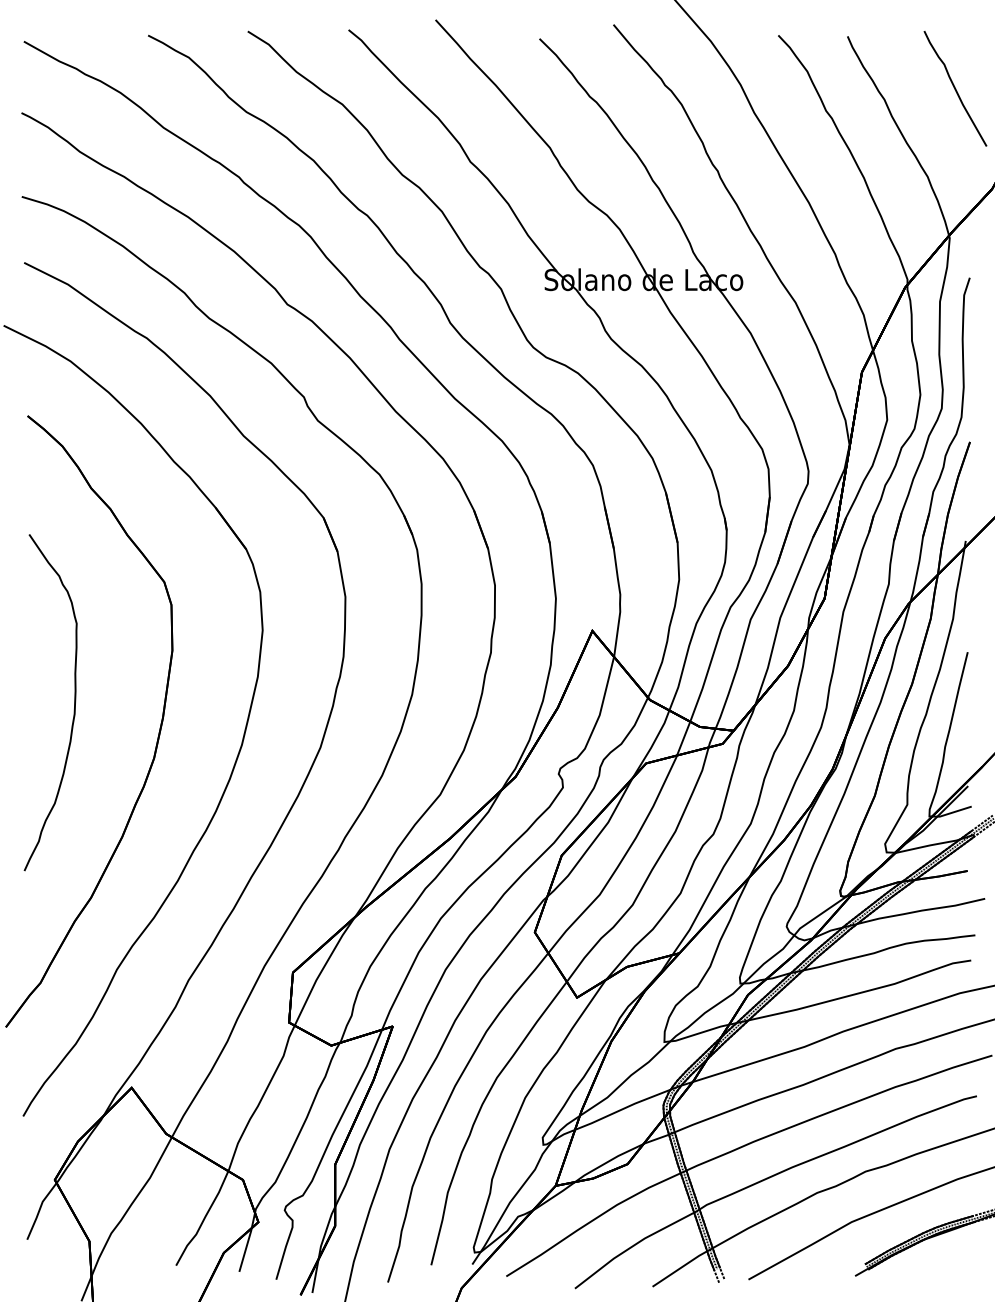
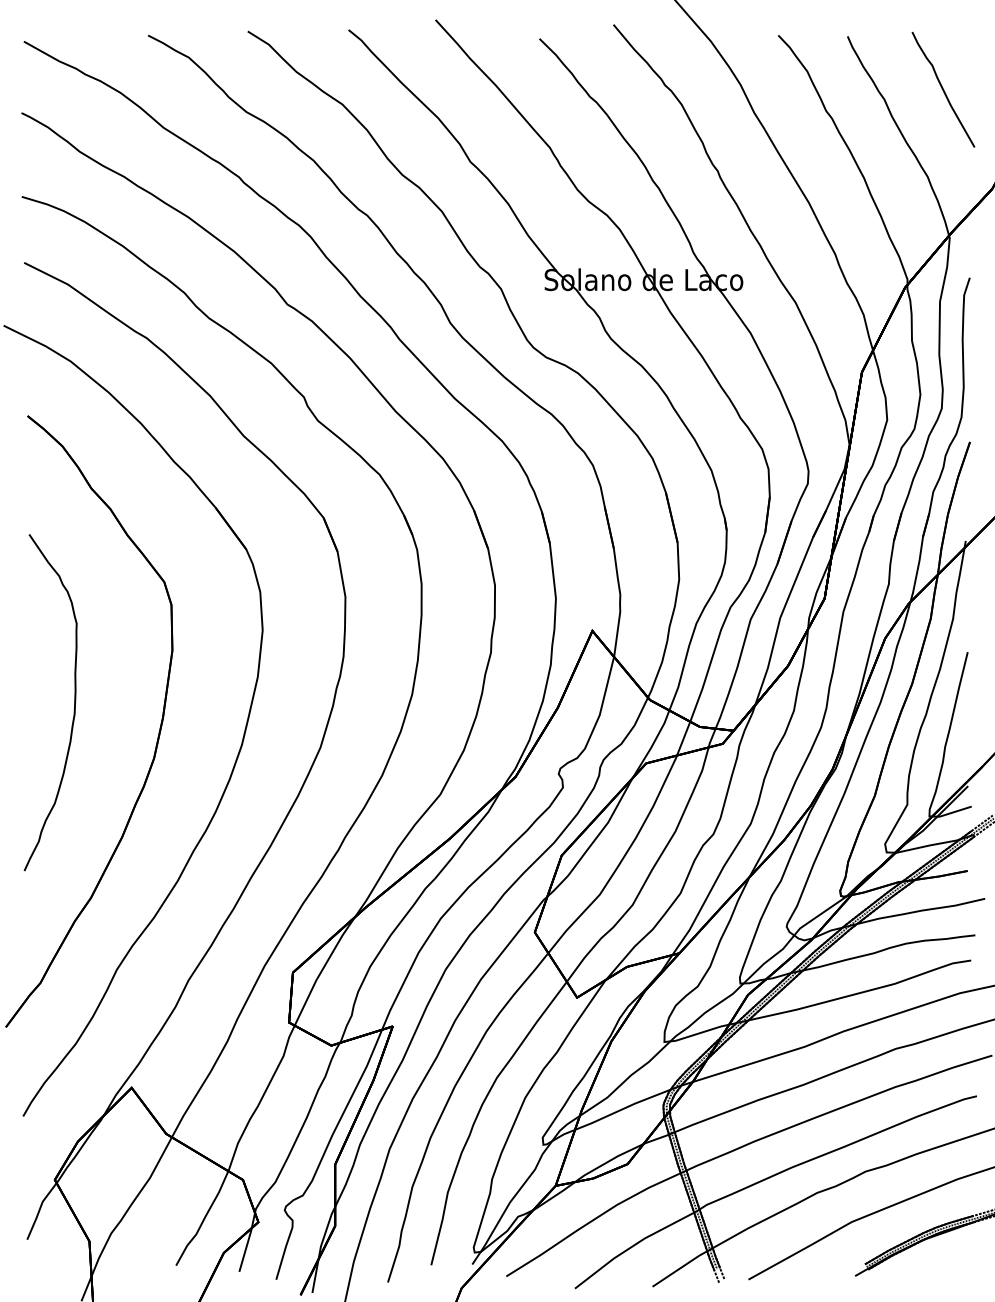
curve at (955, 88) position: (955, 88) -> (943, 89)
